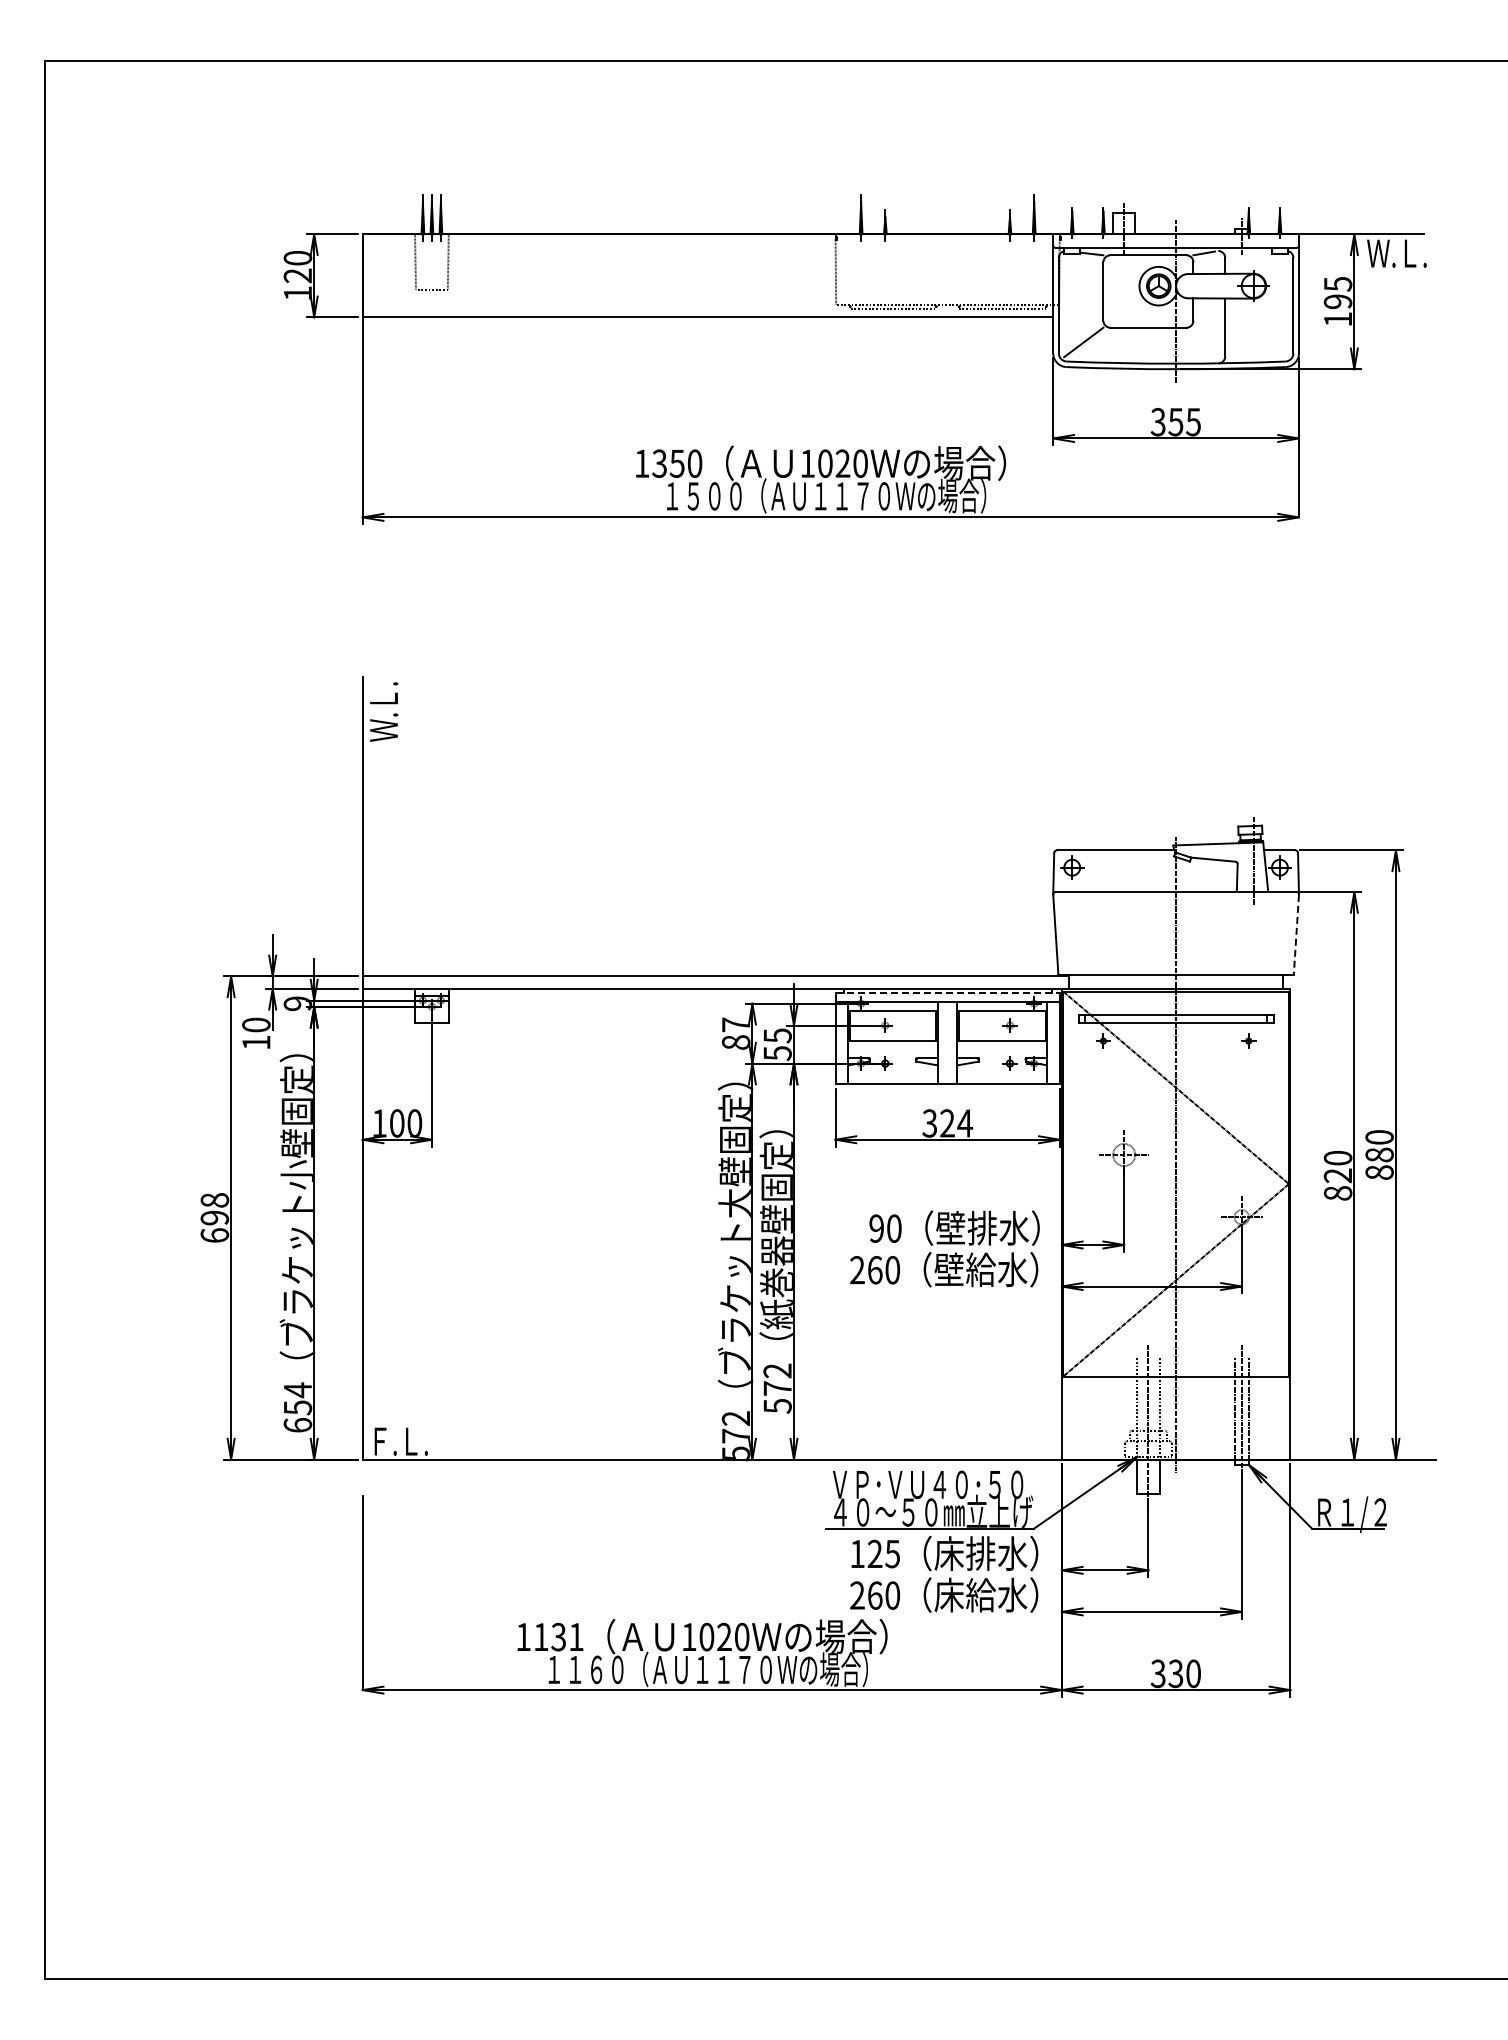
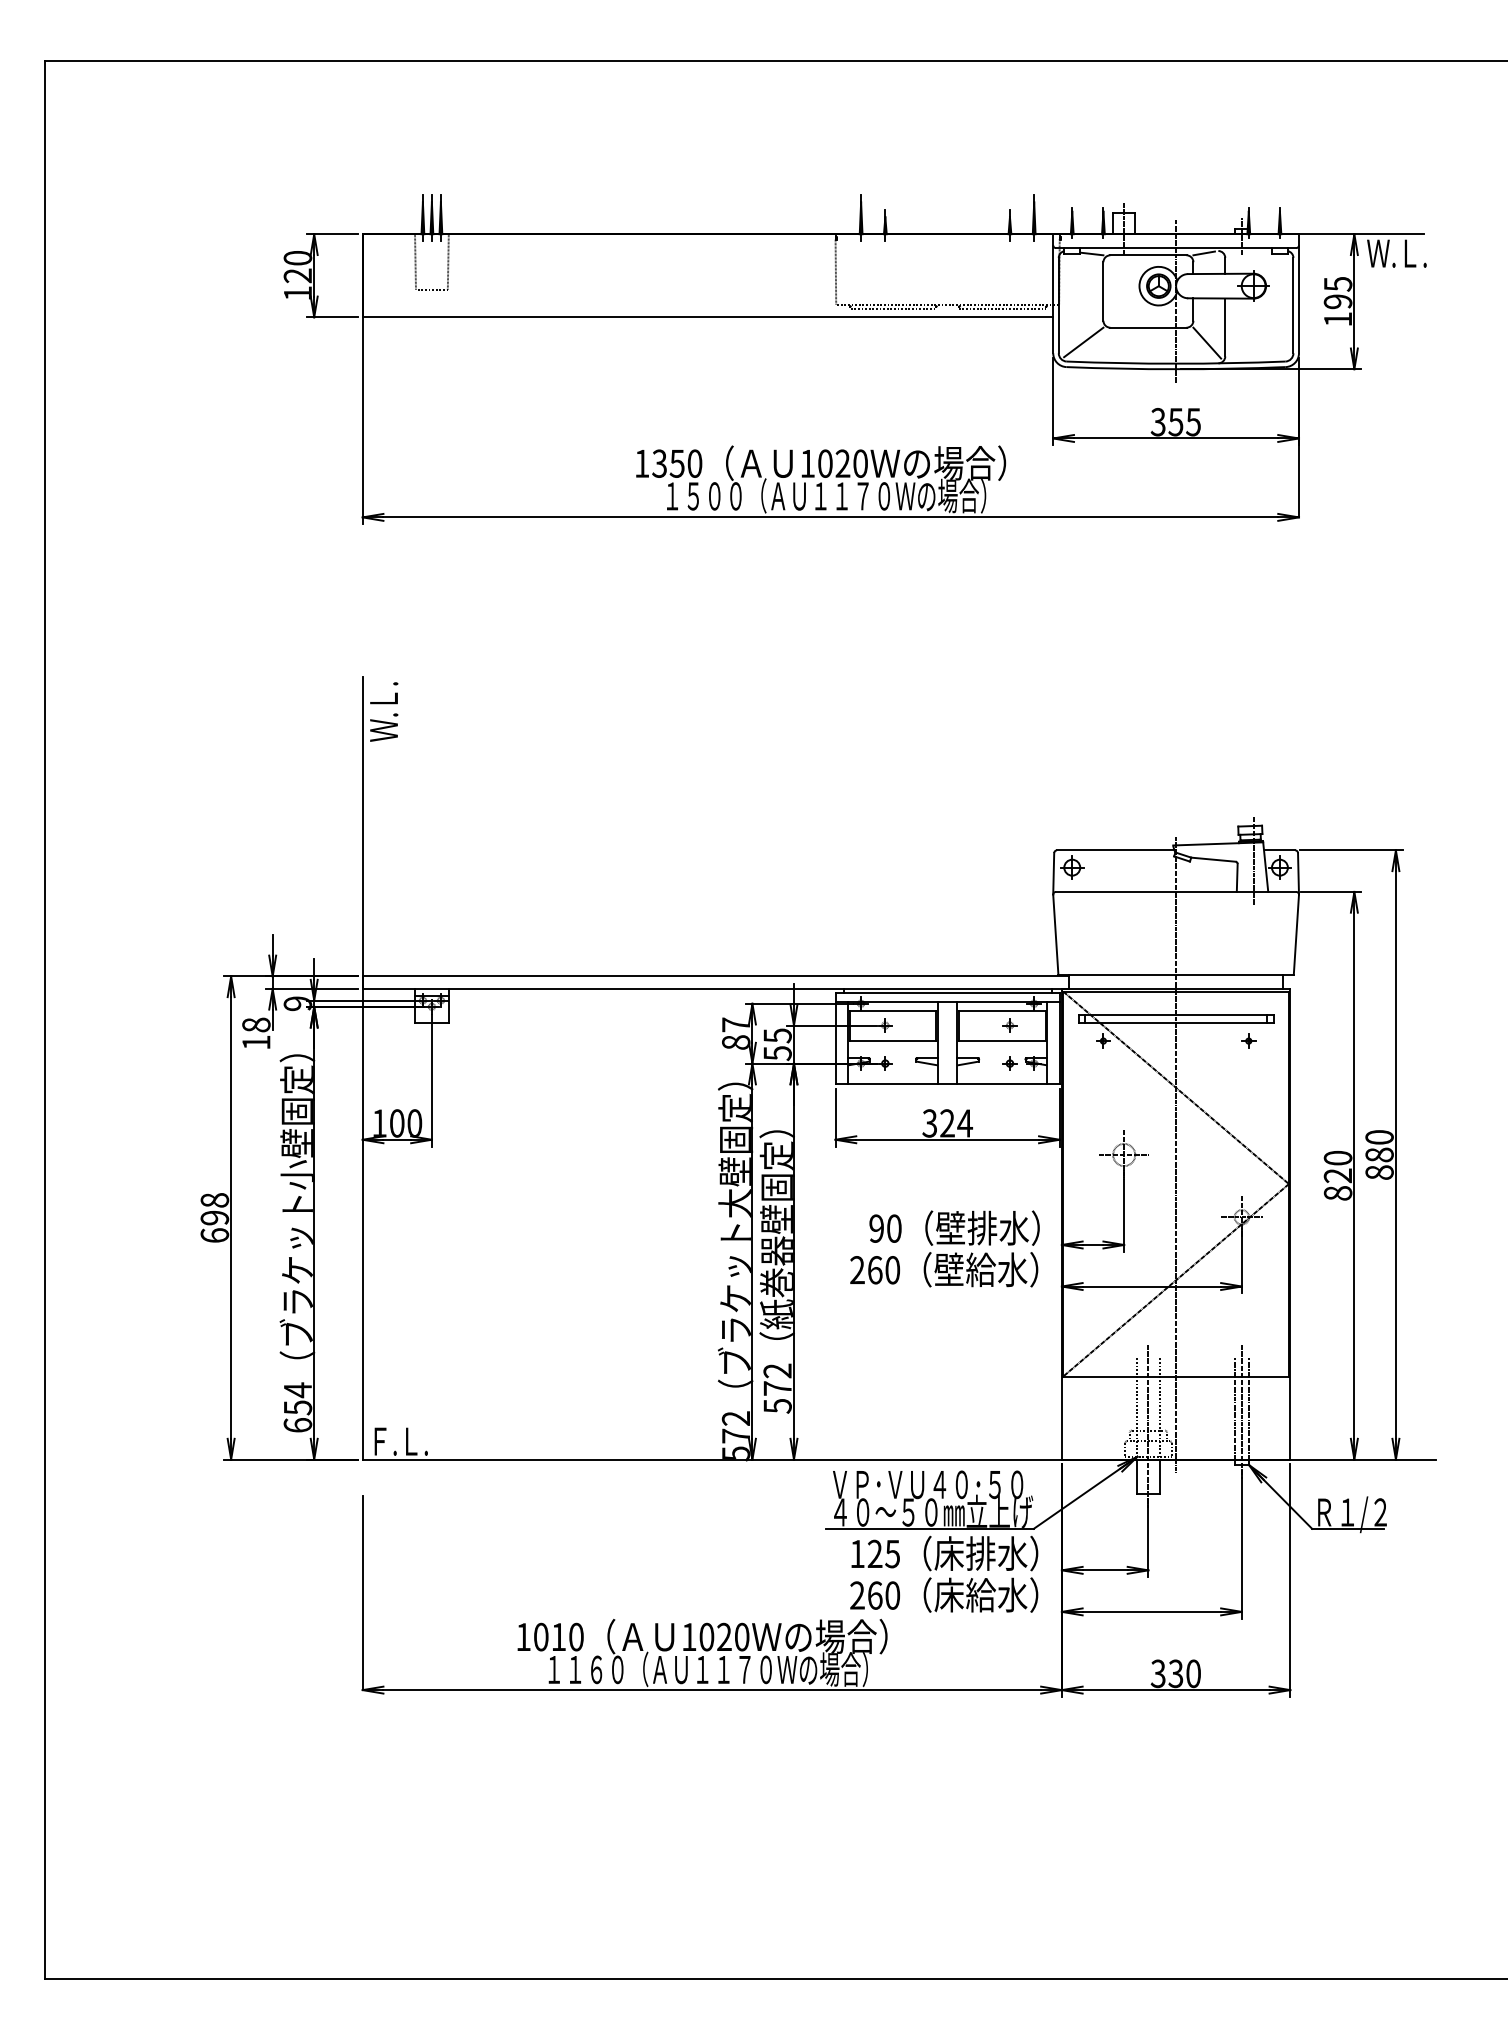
line at (1207, 342): none -> present
line at (1296, 935): dashed -> solid
line at (948, 993): dashed -> solid
text at (256, 1024): 10 -> 18
text at (558, 1636): 1131 -> 1010
